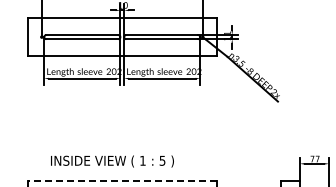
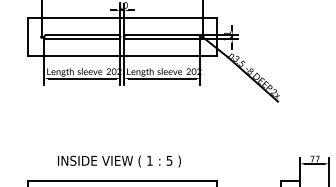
text at (112, 161) position: (112, 161) -> (119, 161)
line at (121, 180): dashed -> solid
